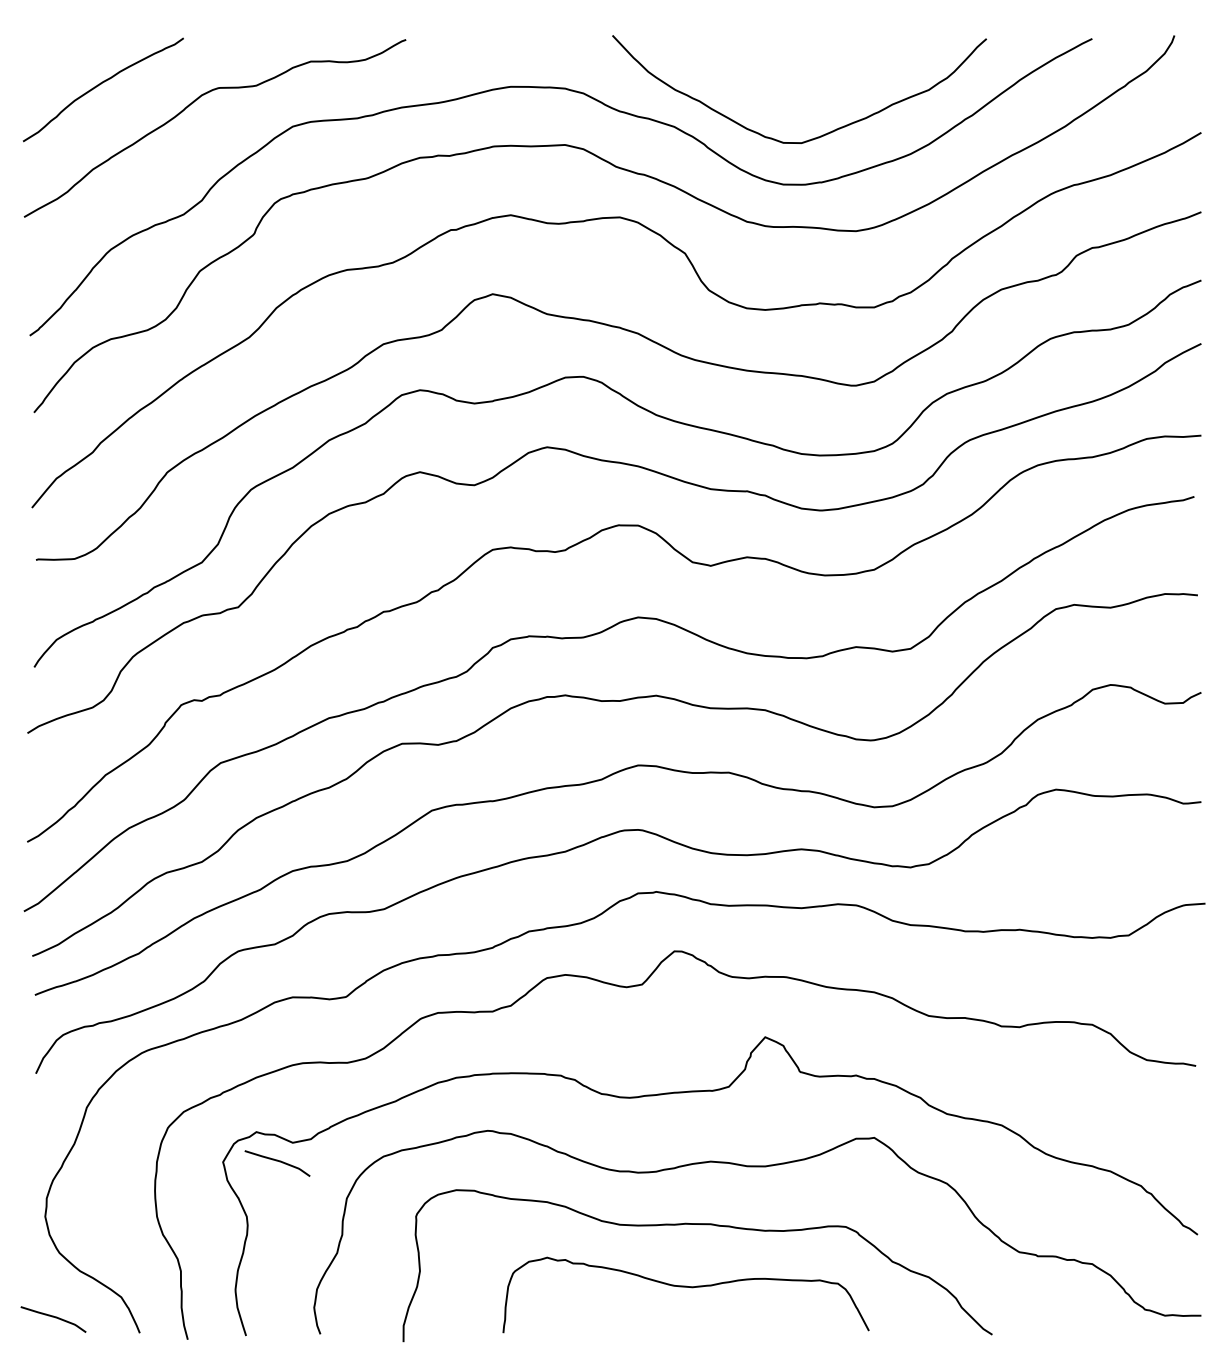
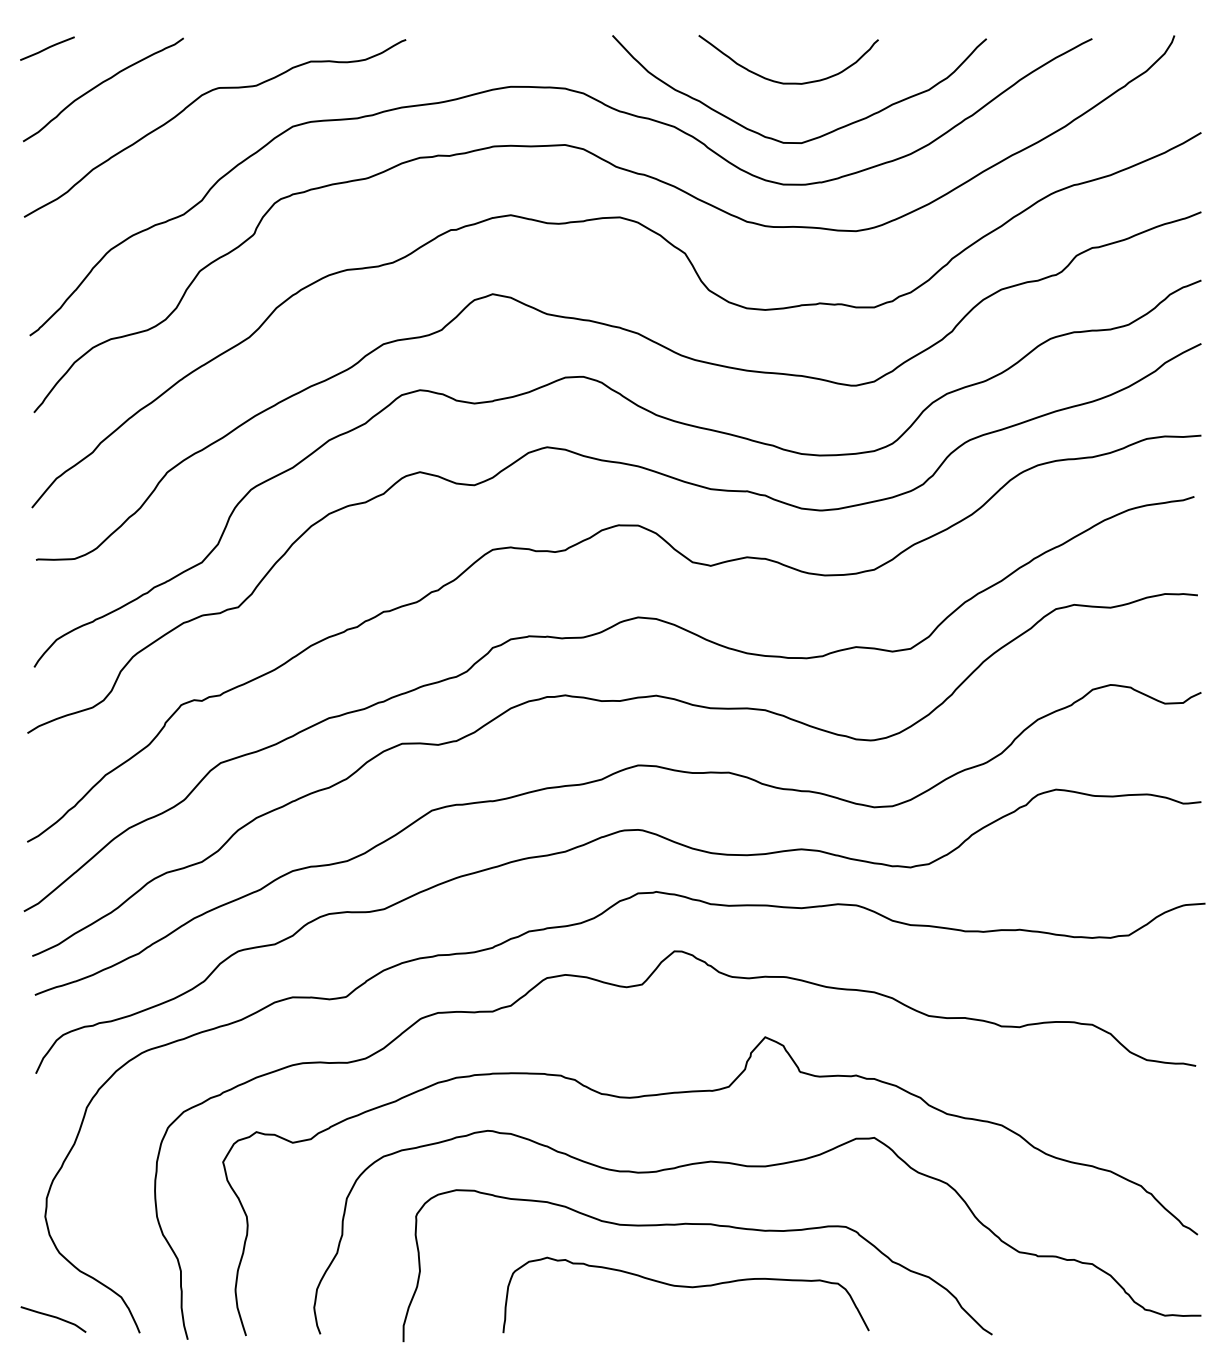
line at (47, 48): none -> present
curve at (788, 82): none -> present
curve at (277, 1161): present -> none
